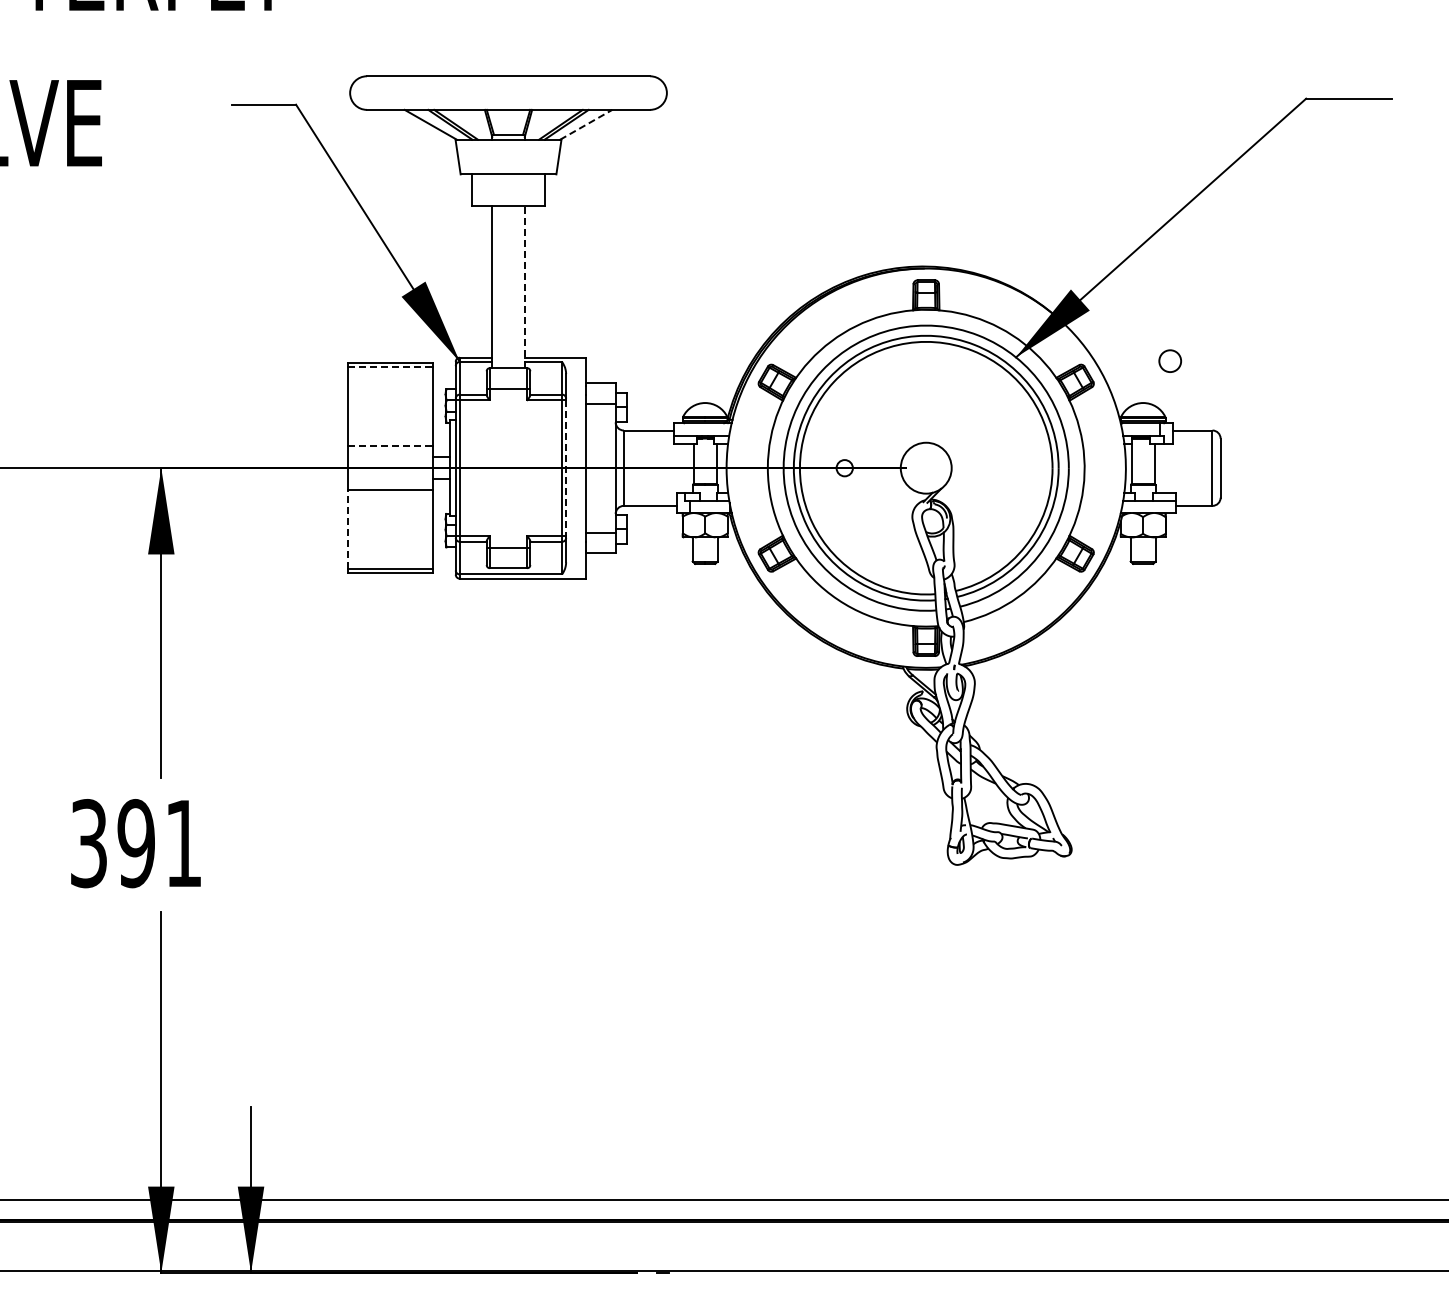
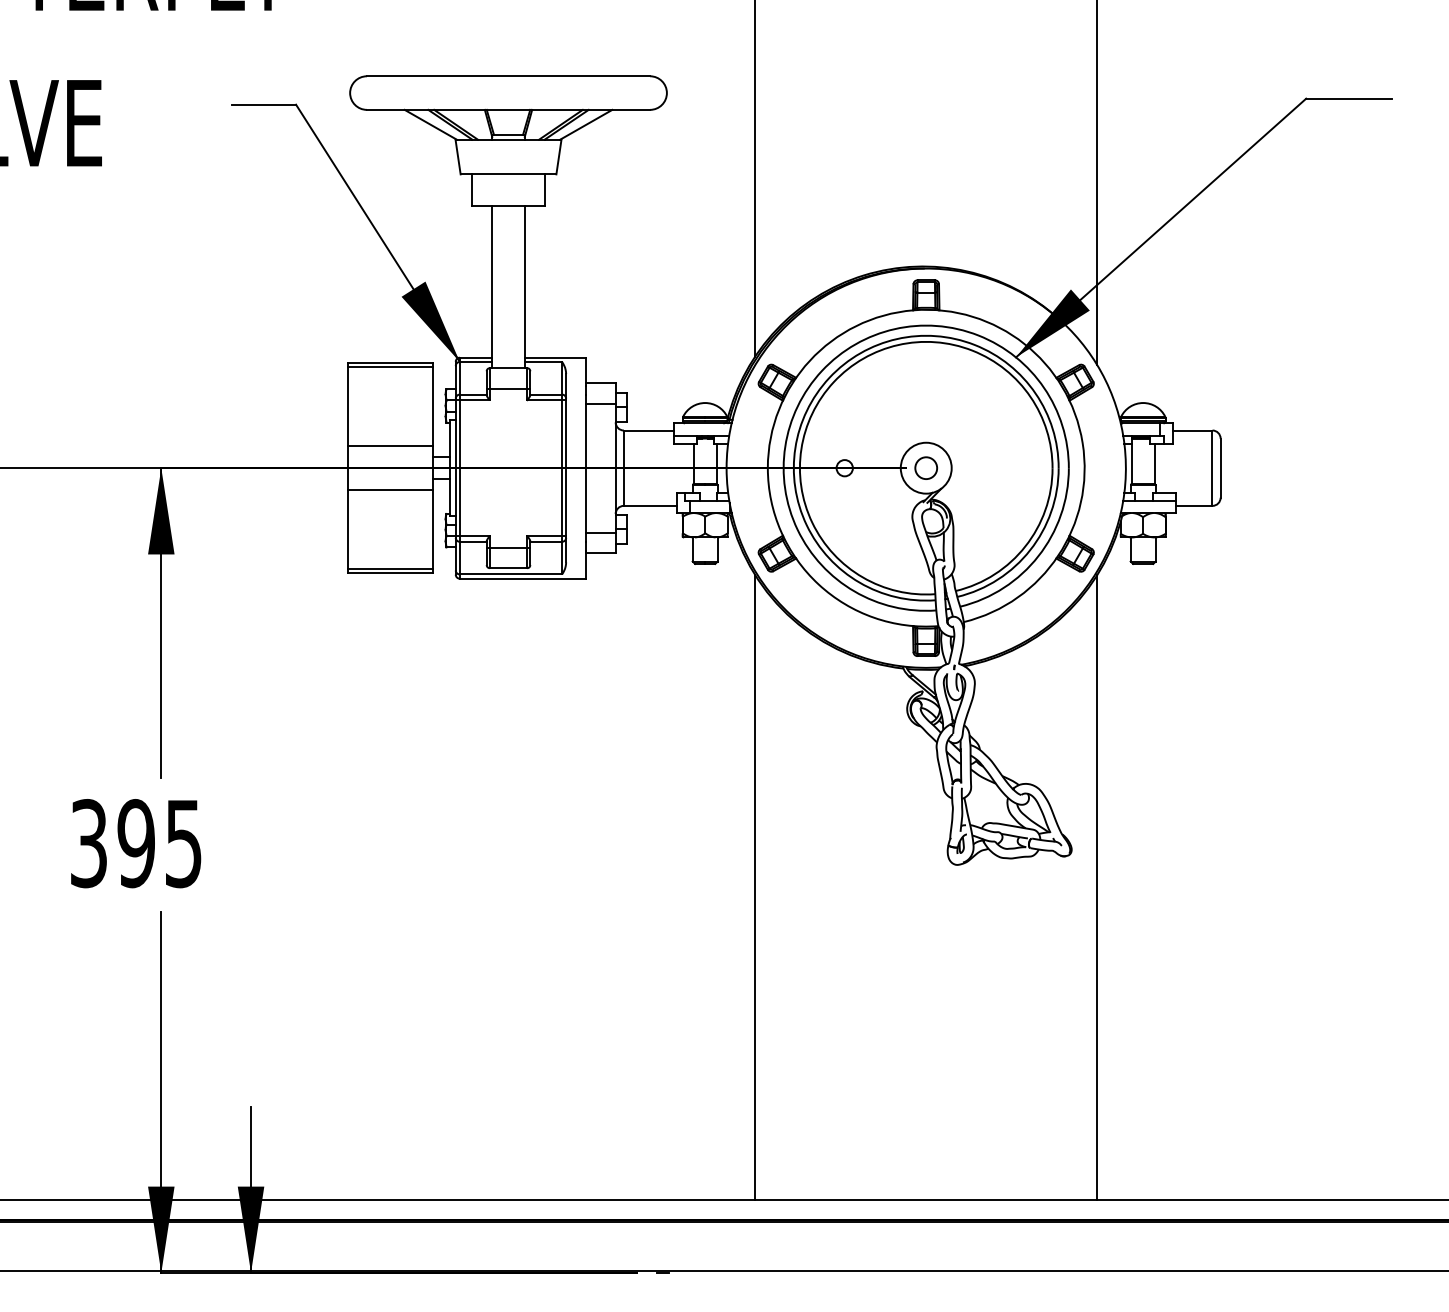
line at (586, 124): dashed -> solid
line at (755, 179): none -> present
line at (1097, 183): none -> present
line at (524, 286): dashed -> solid
circle at (1170, 360) position: (1170, 360) -> (926, 467)
line at (390, 367): dashed -> solid
line at (390, 446): dashed -> solid
line at (566, 468): dashed -> solid
line at (347, 529): dashed -> solid
text at (183, 844): 391 -> 395
line at (755, 886): none -> present
line at (1097, 886): none -> present
